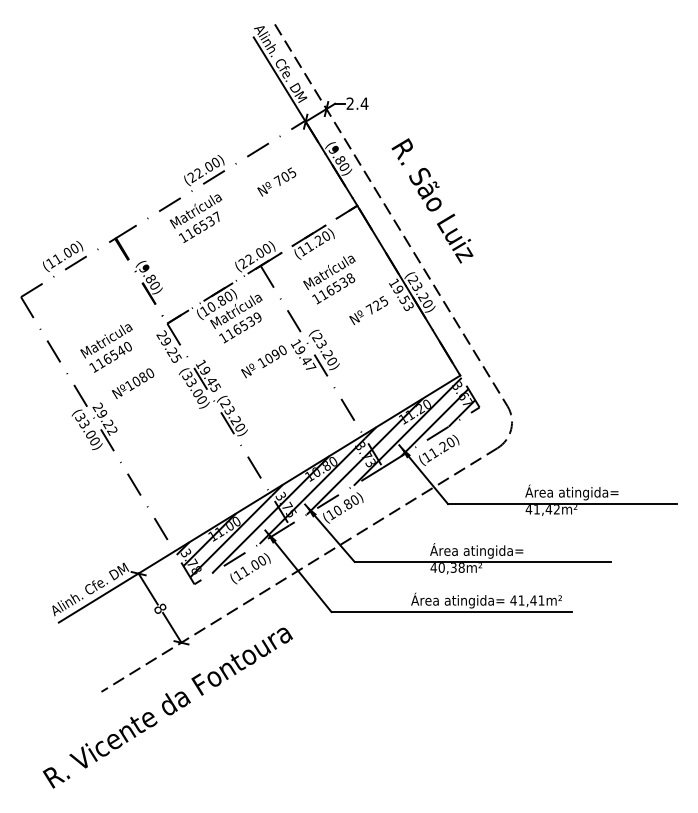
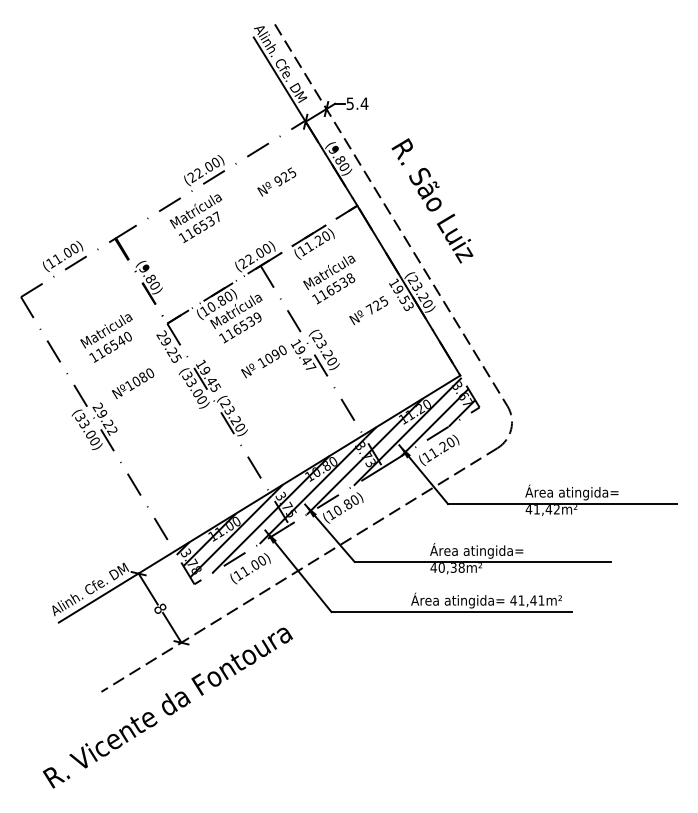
text at (349, 103): 2.4 -> 5.4
text at (281, 179): 705 -> 925
text at (106, 348) position: (106, 348) -> (106, 338)
